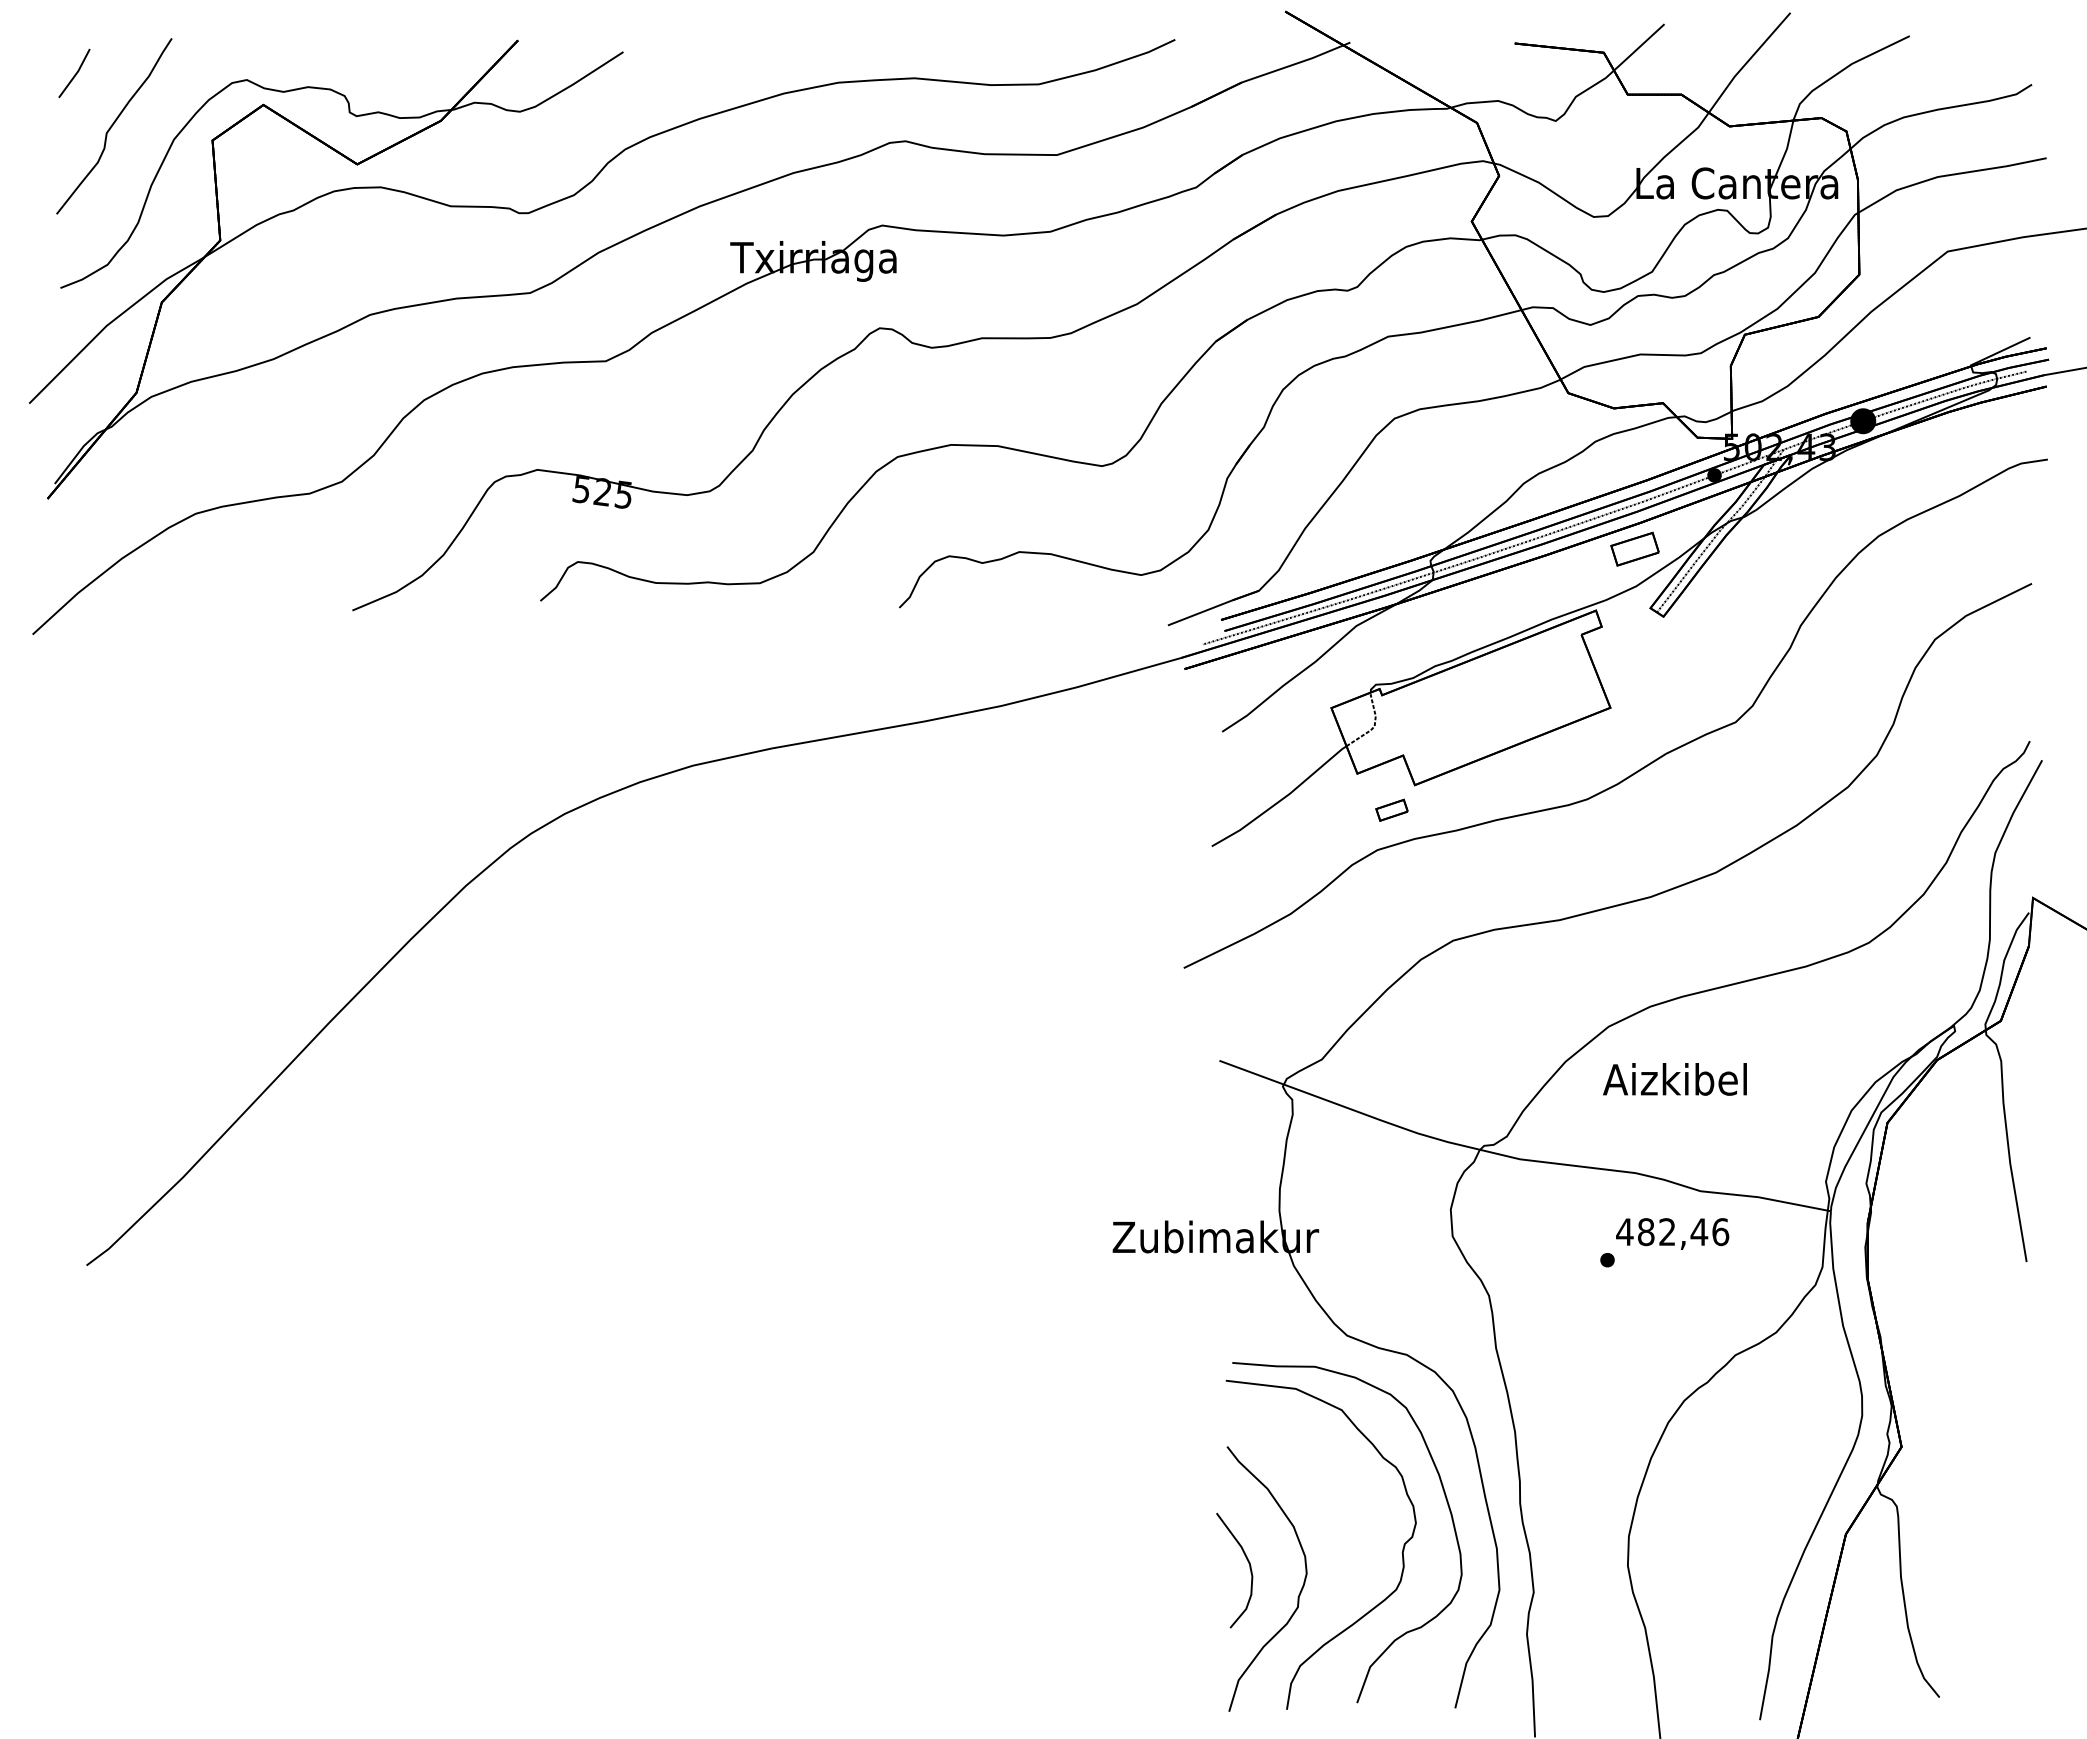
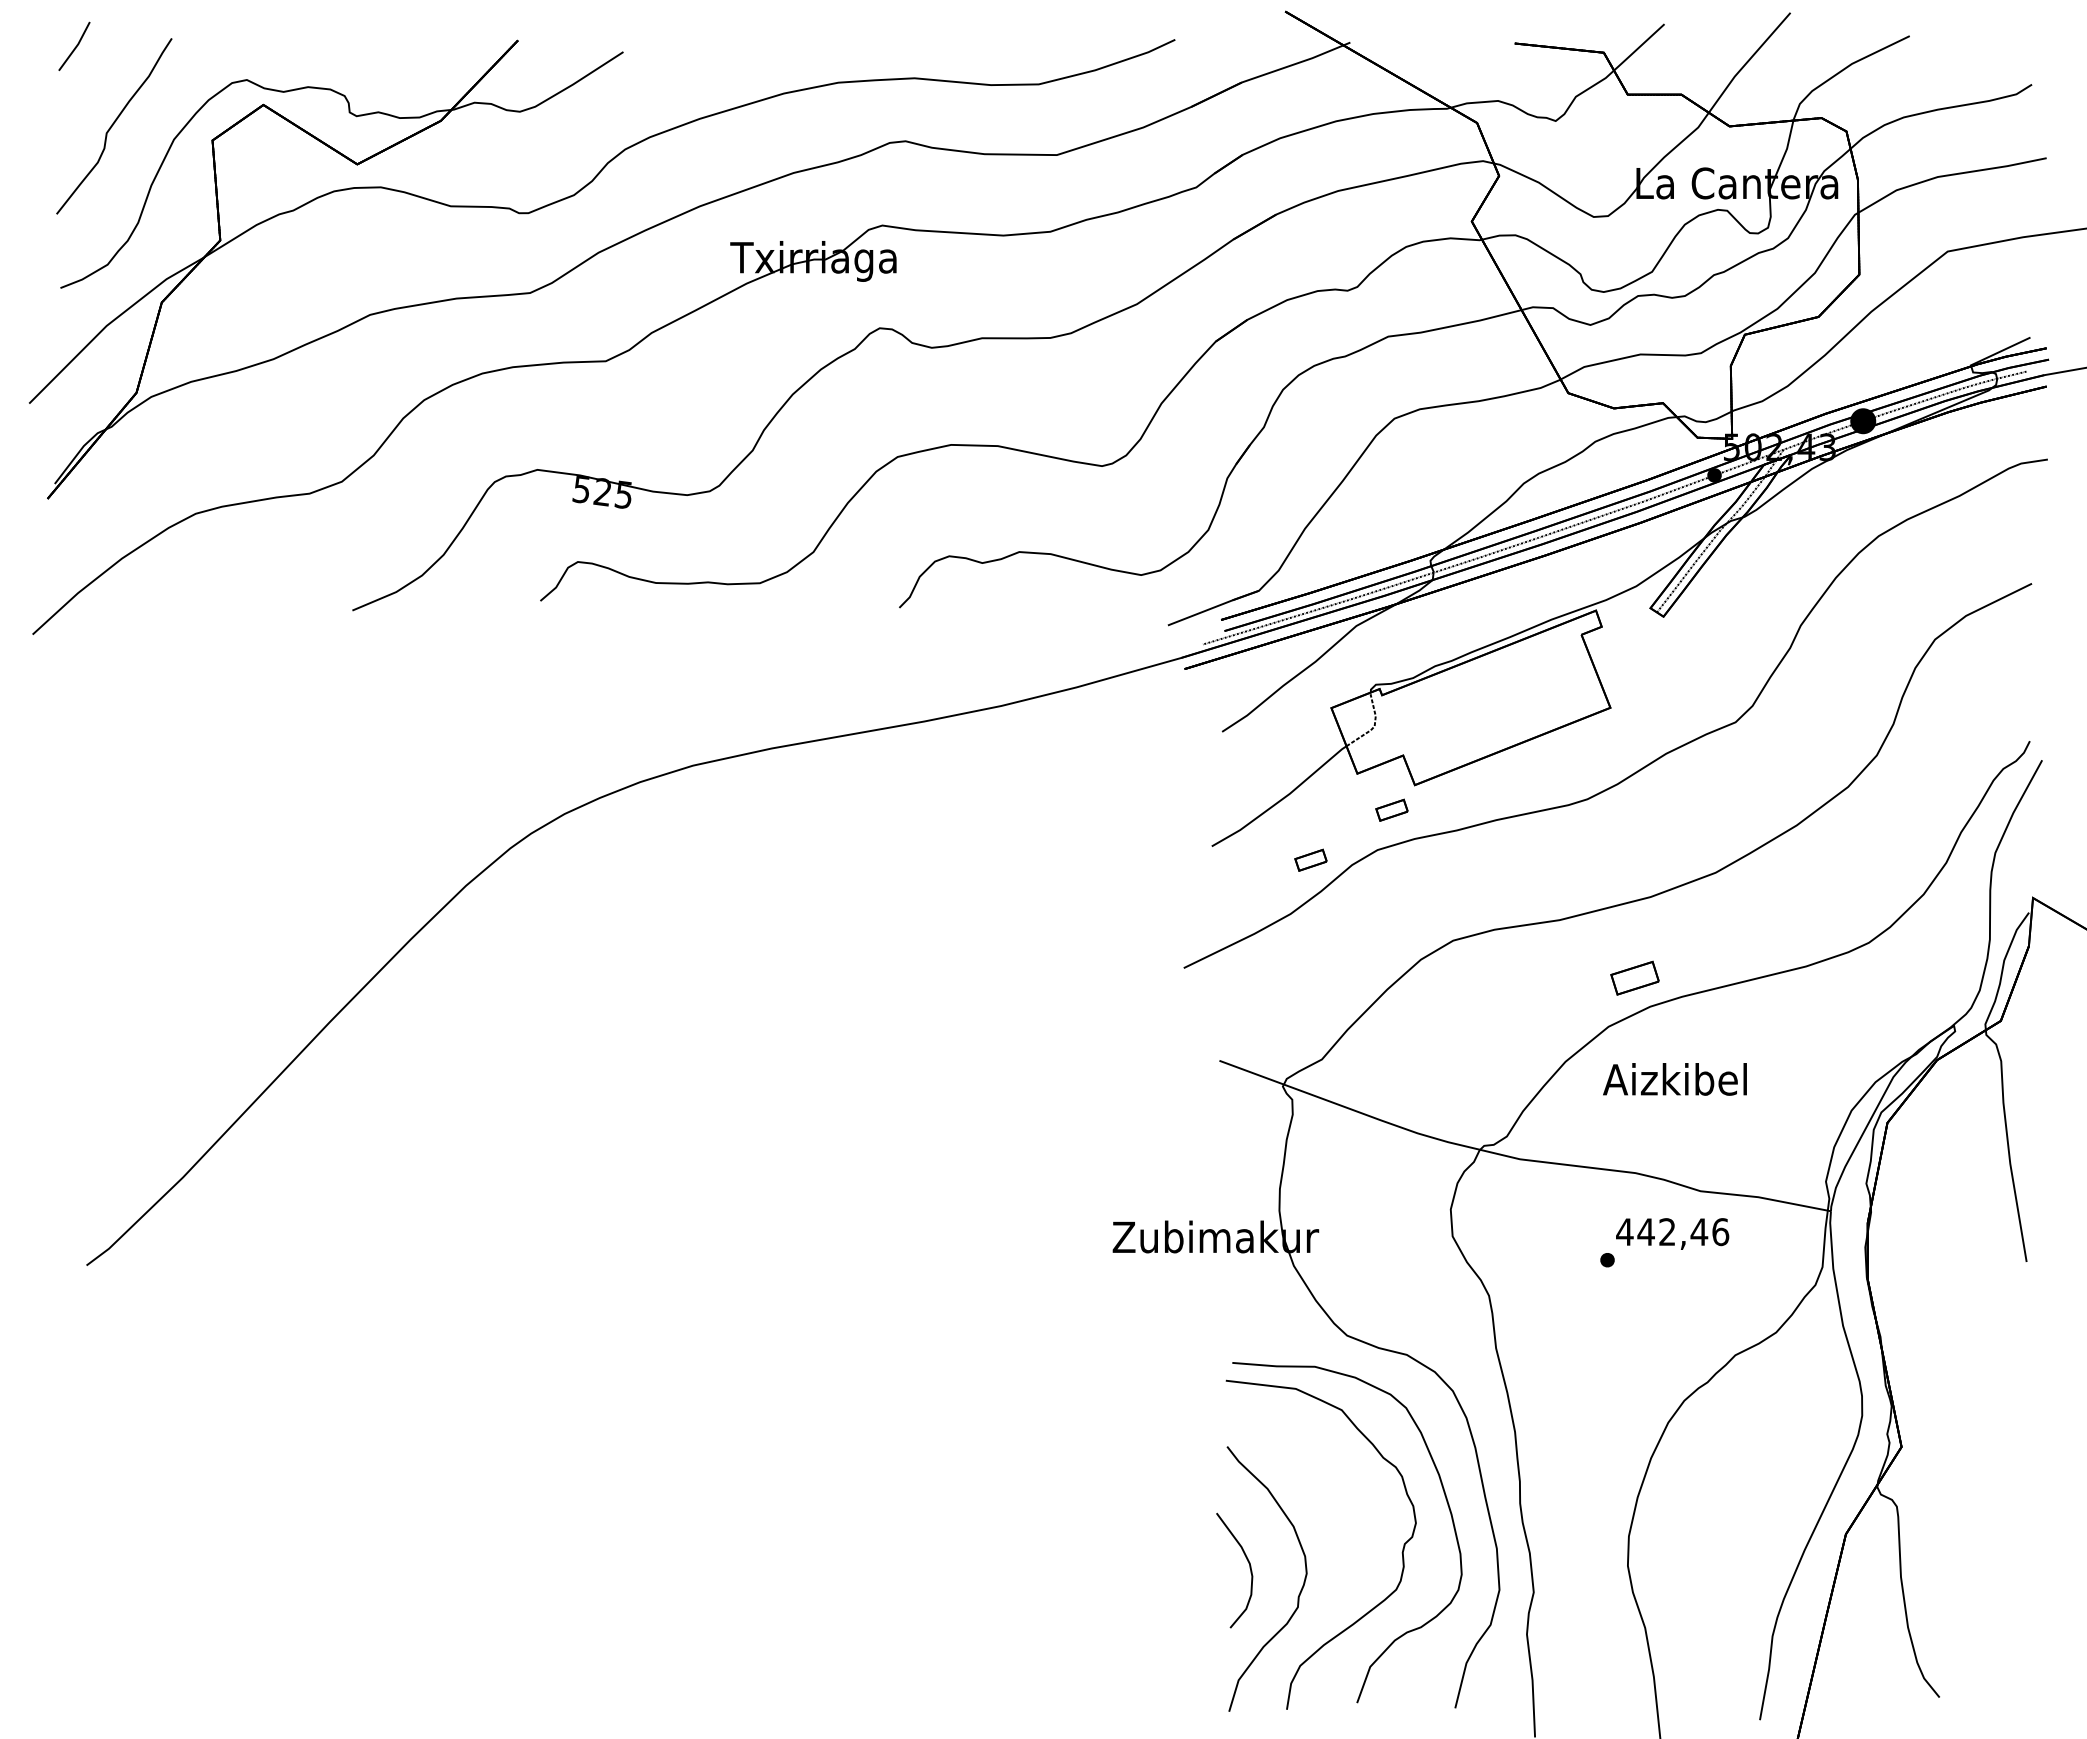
line at (75, 73) position: (75, 73) -> (75, 46)
part at (1634, 548) position: (1634, 548) -> (1634, 977)
part at (1310, 859): none -> present
text at (1645, 1232): 482,46 -> 442,46
